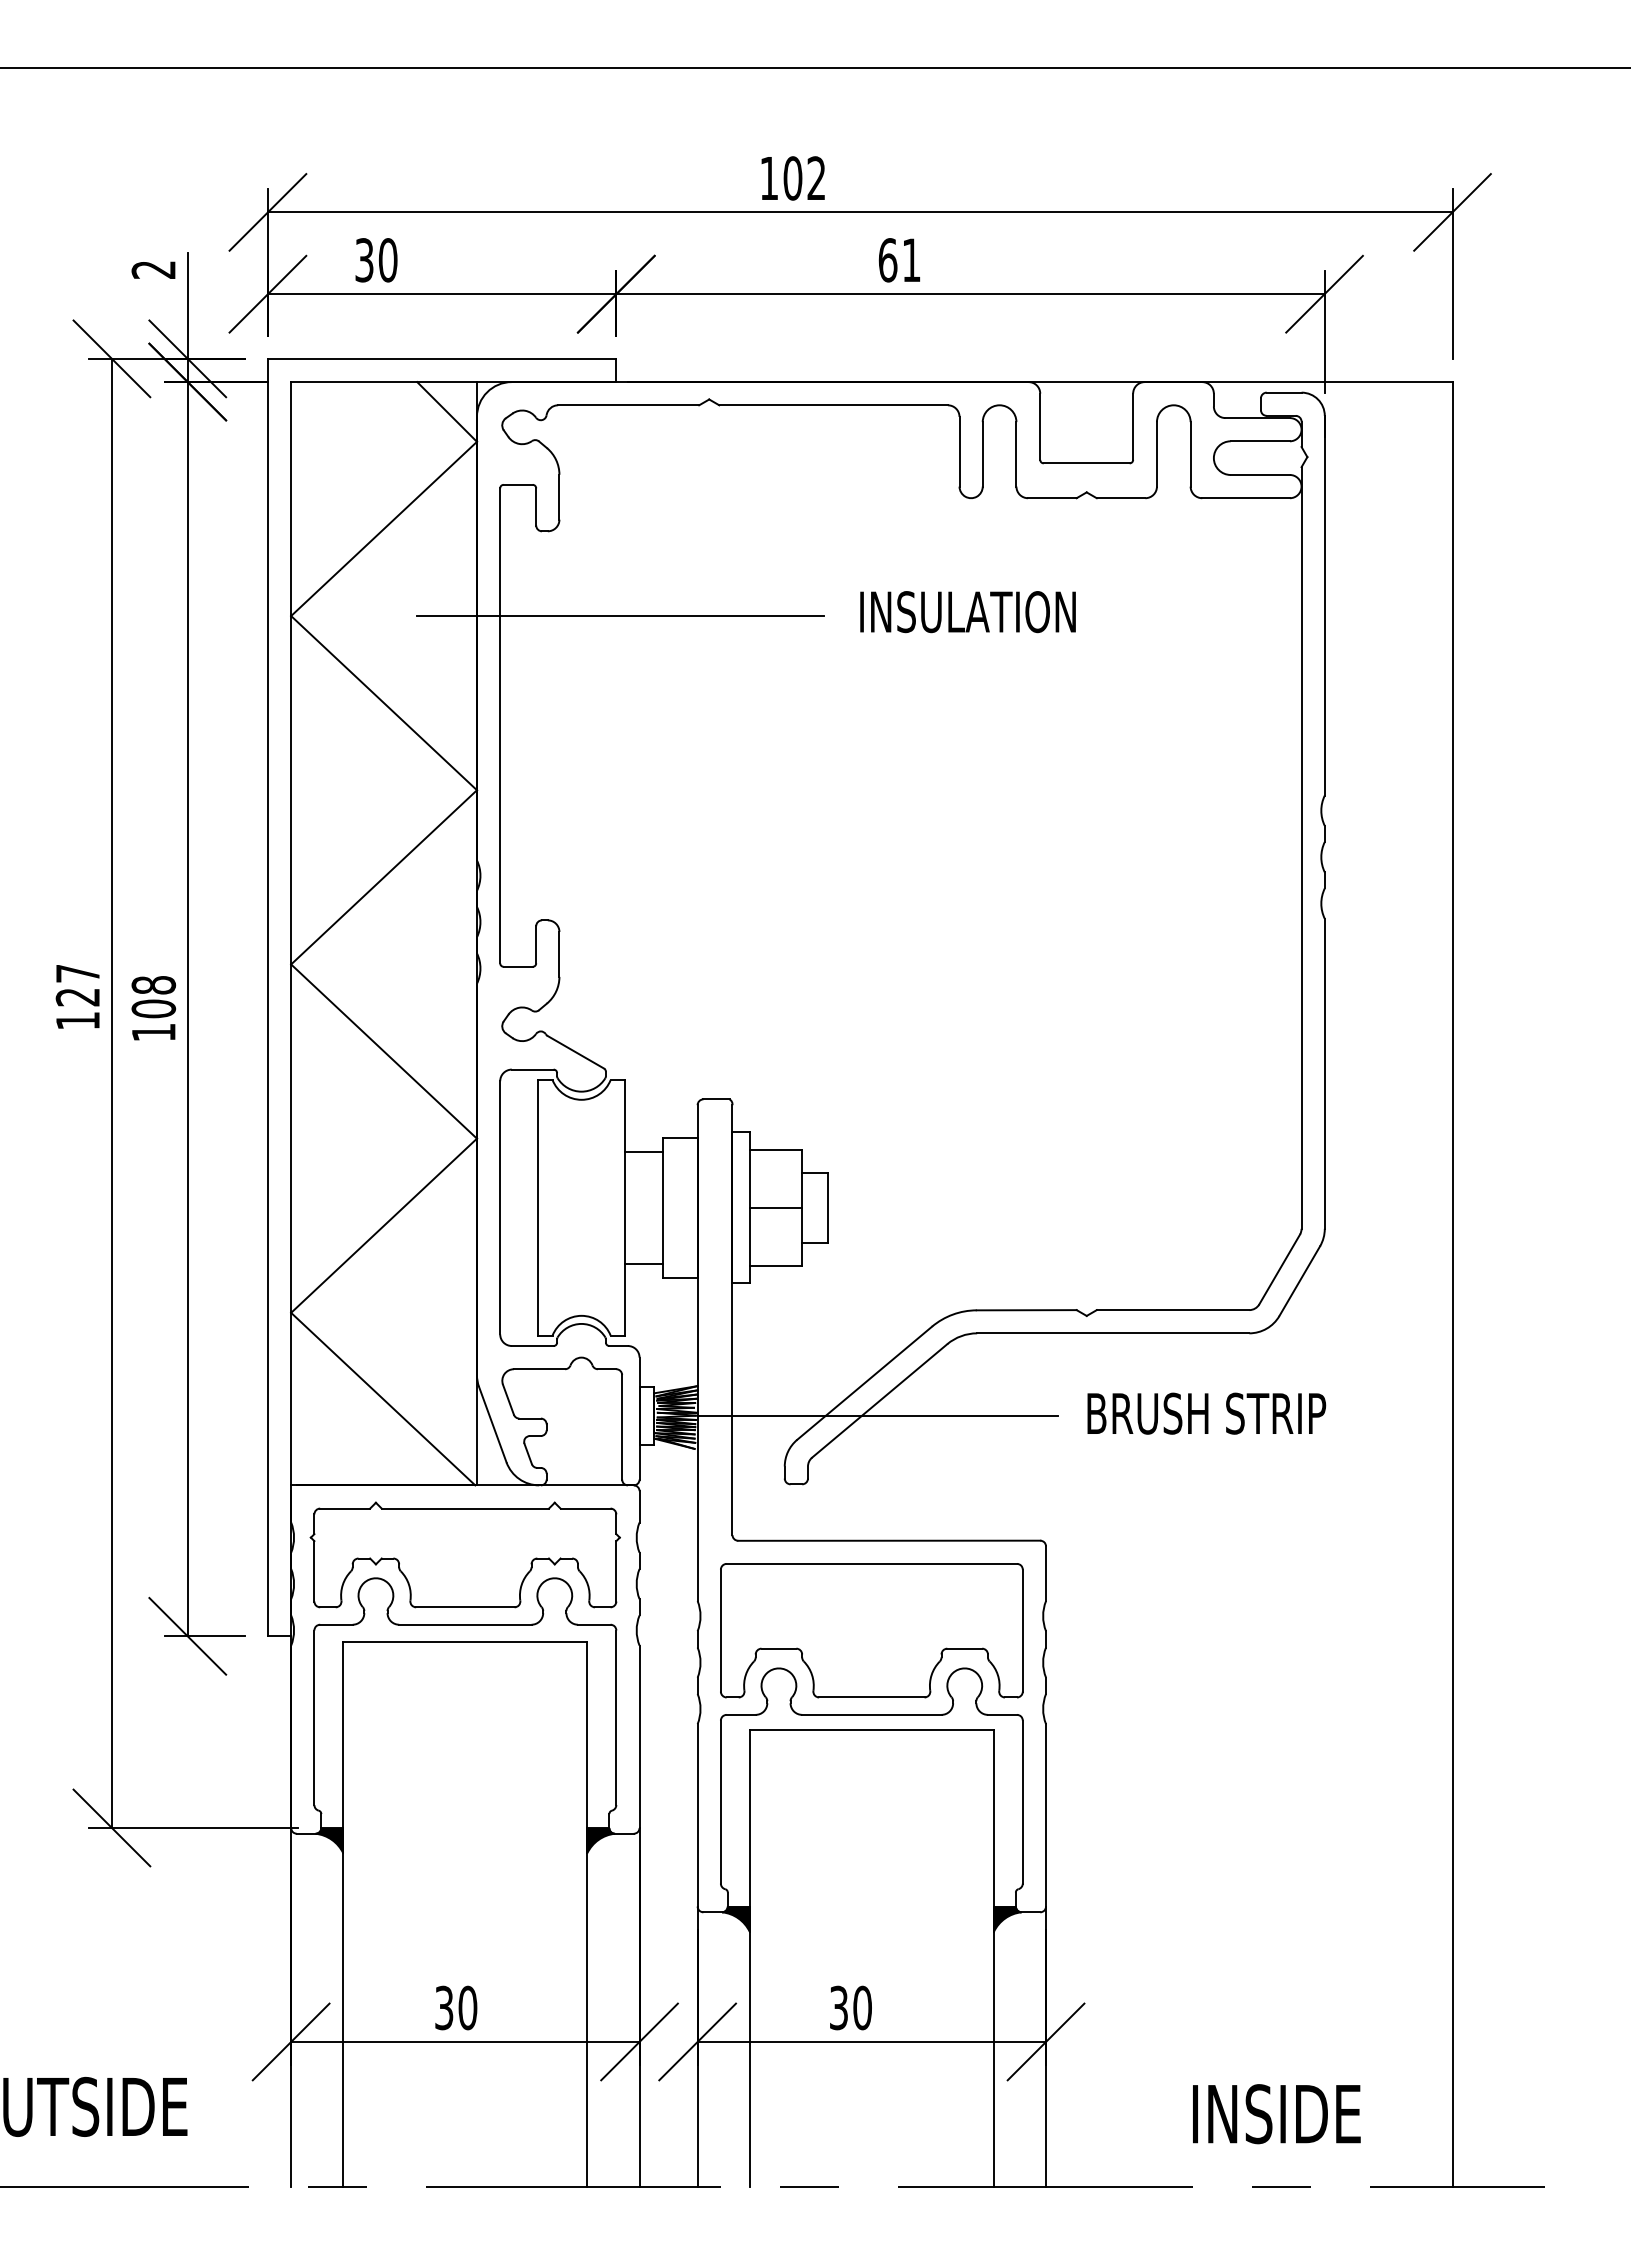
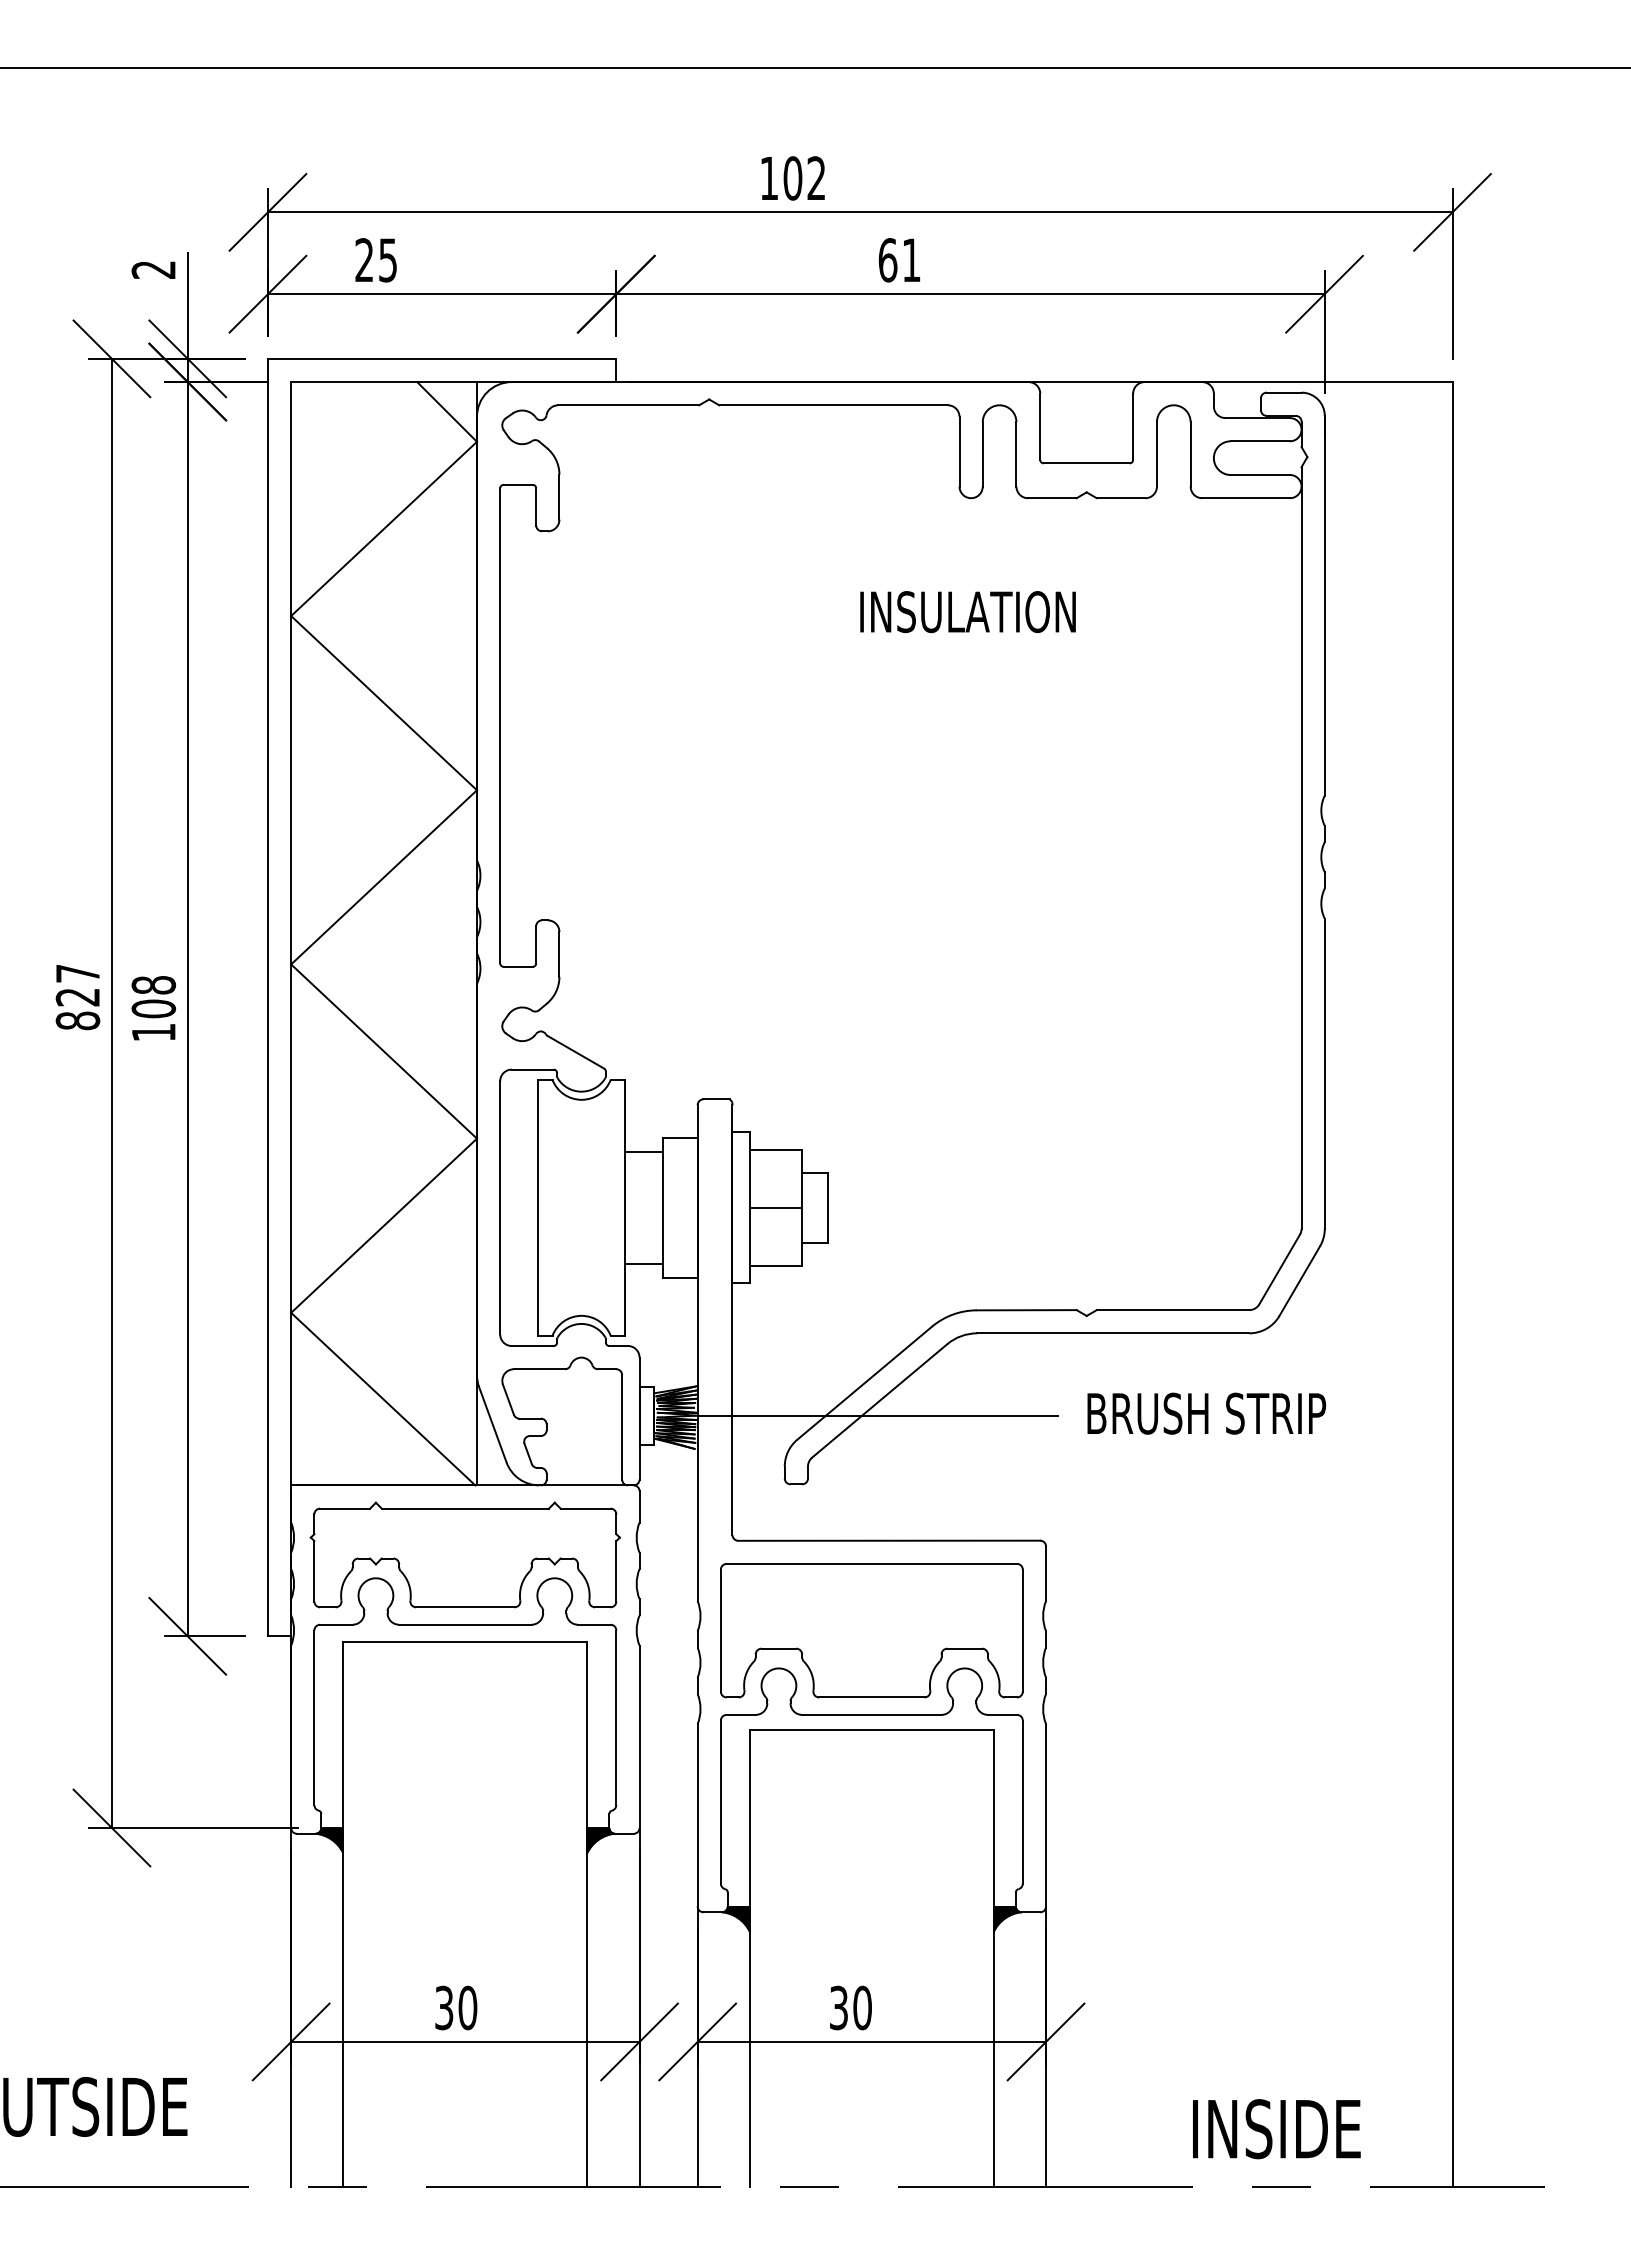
text at (376, 260): 30 -> 25
line at (620, 616): present -> none
text at (77, 1020): 127 -> 827
text at (1276, 2114) position: (1276, 2114) -> (1276, 2129)
